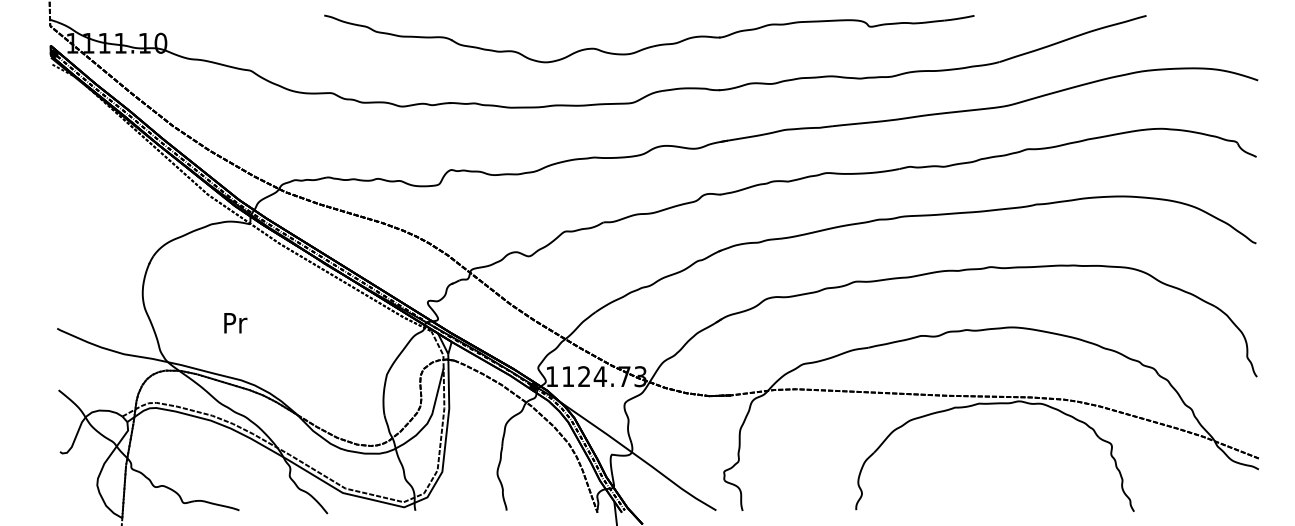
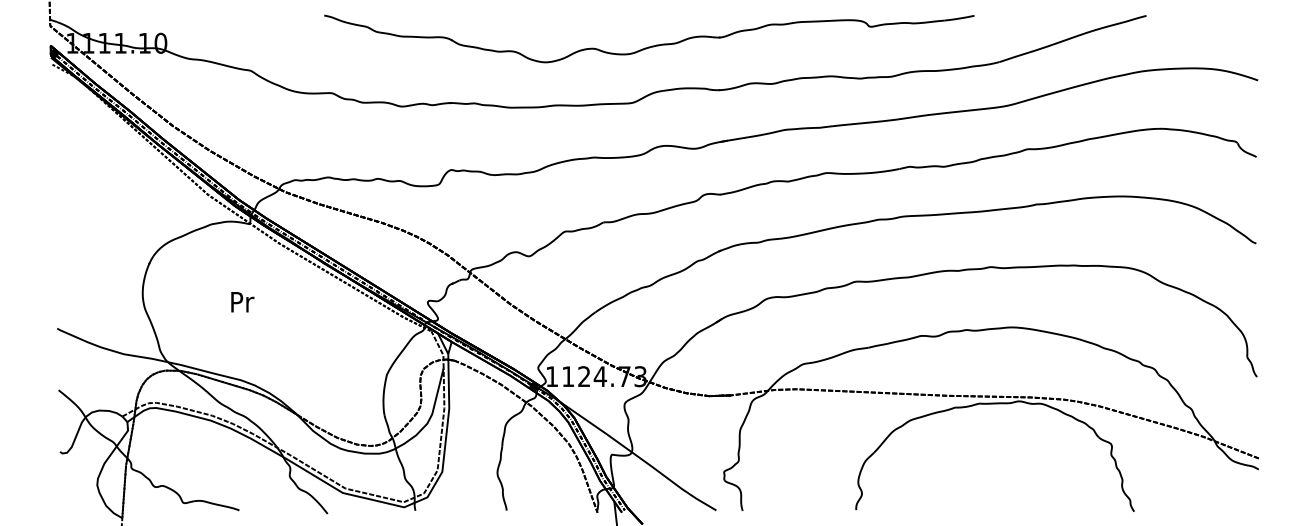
text at (235, 323) position: (235, 323) -> (242, 302)
